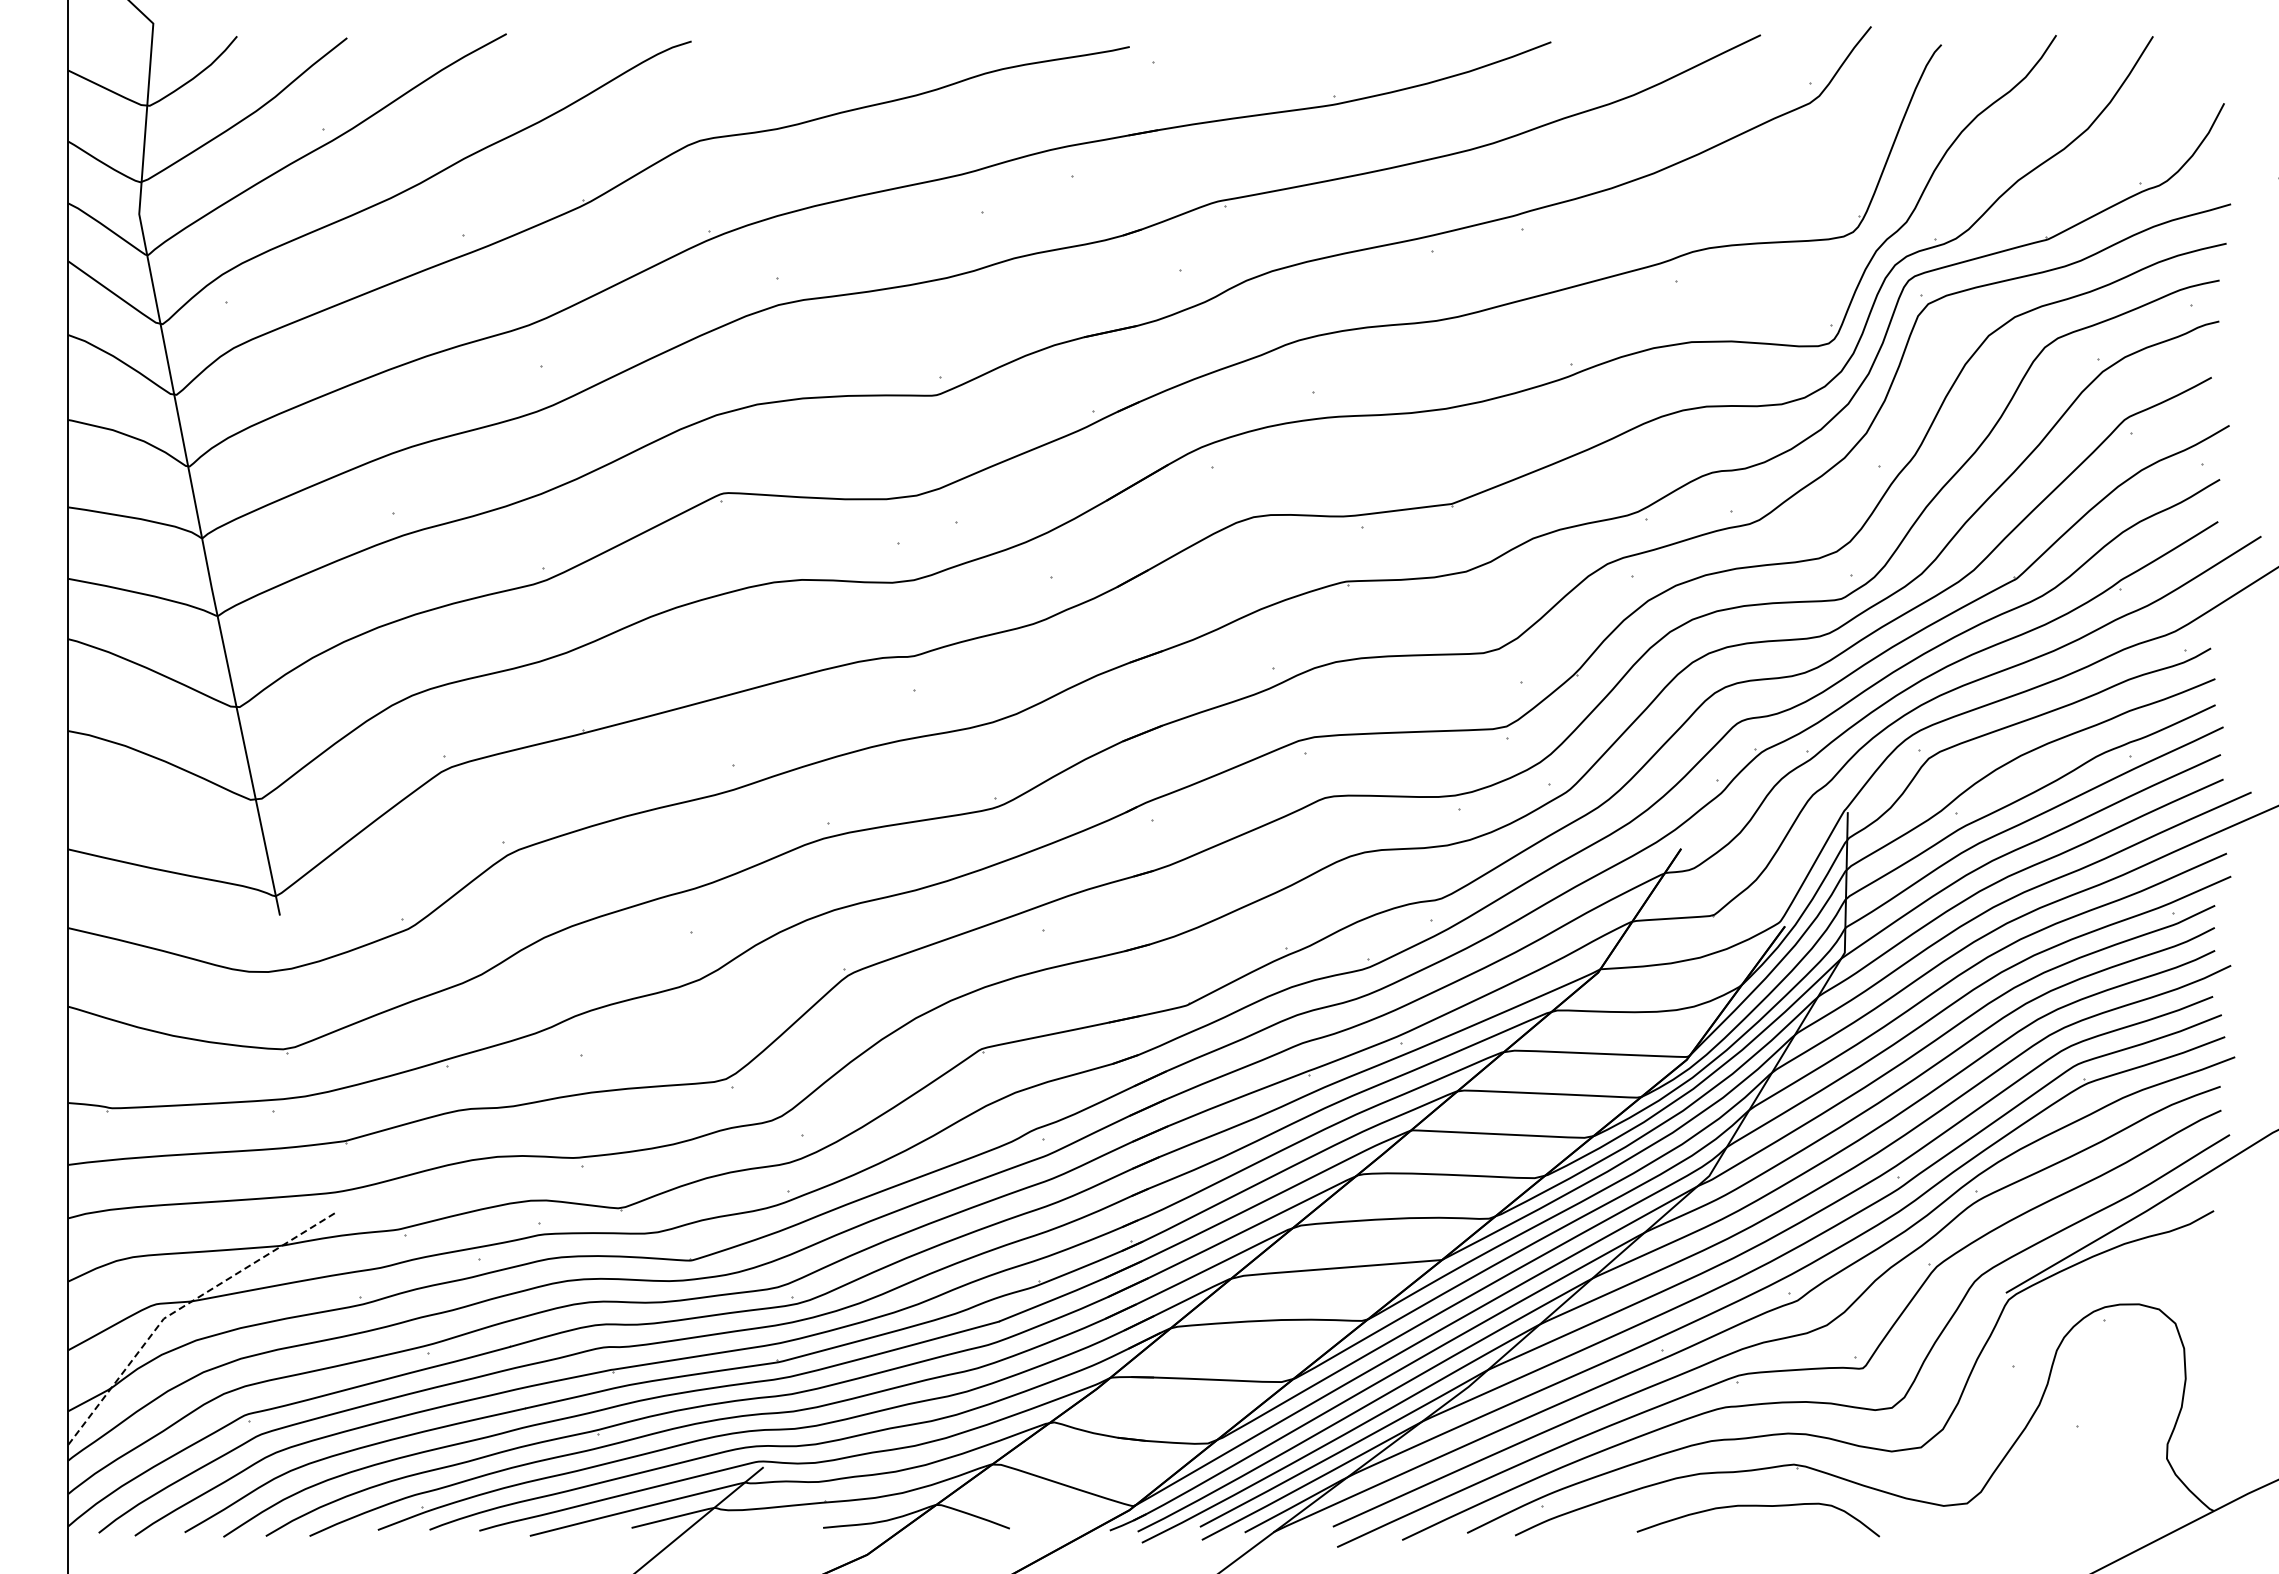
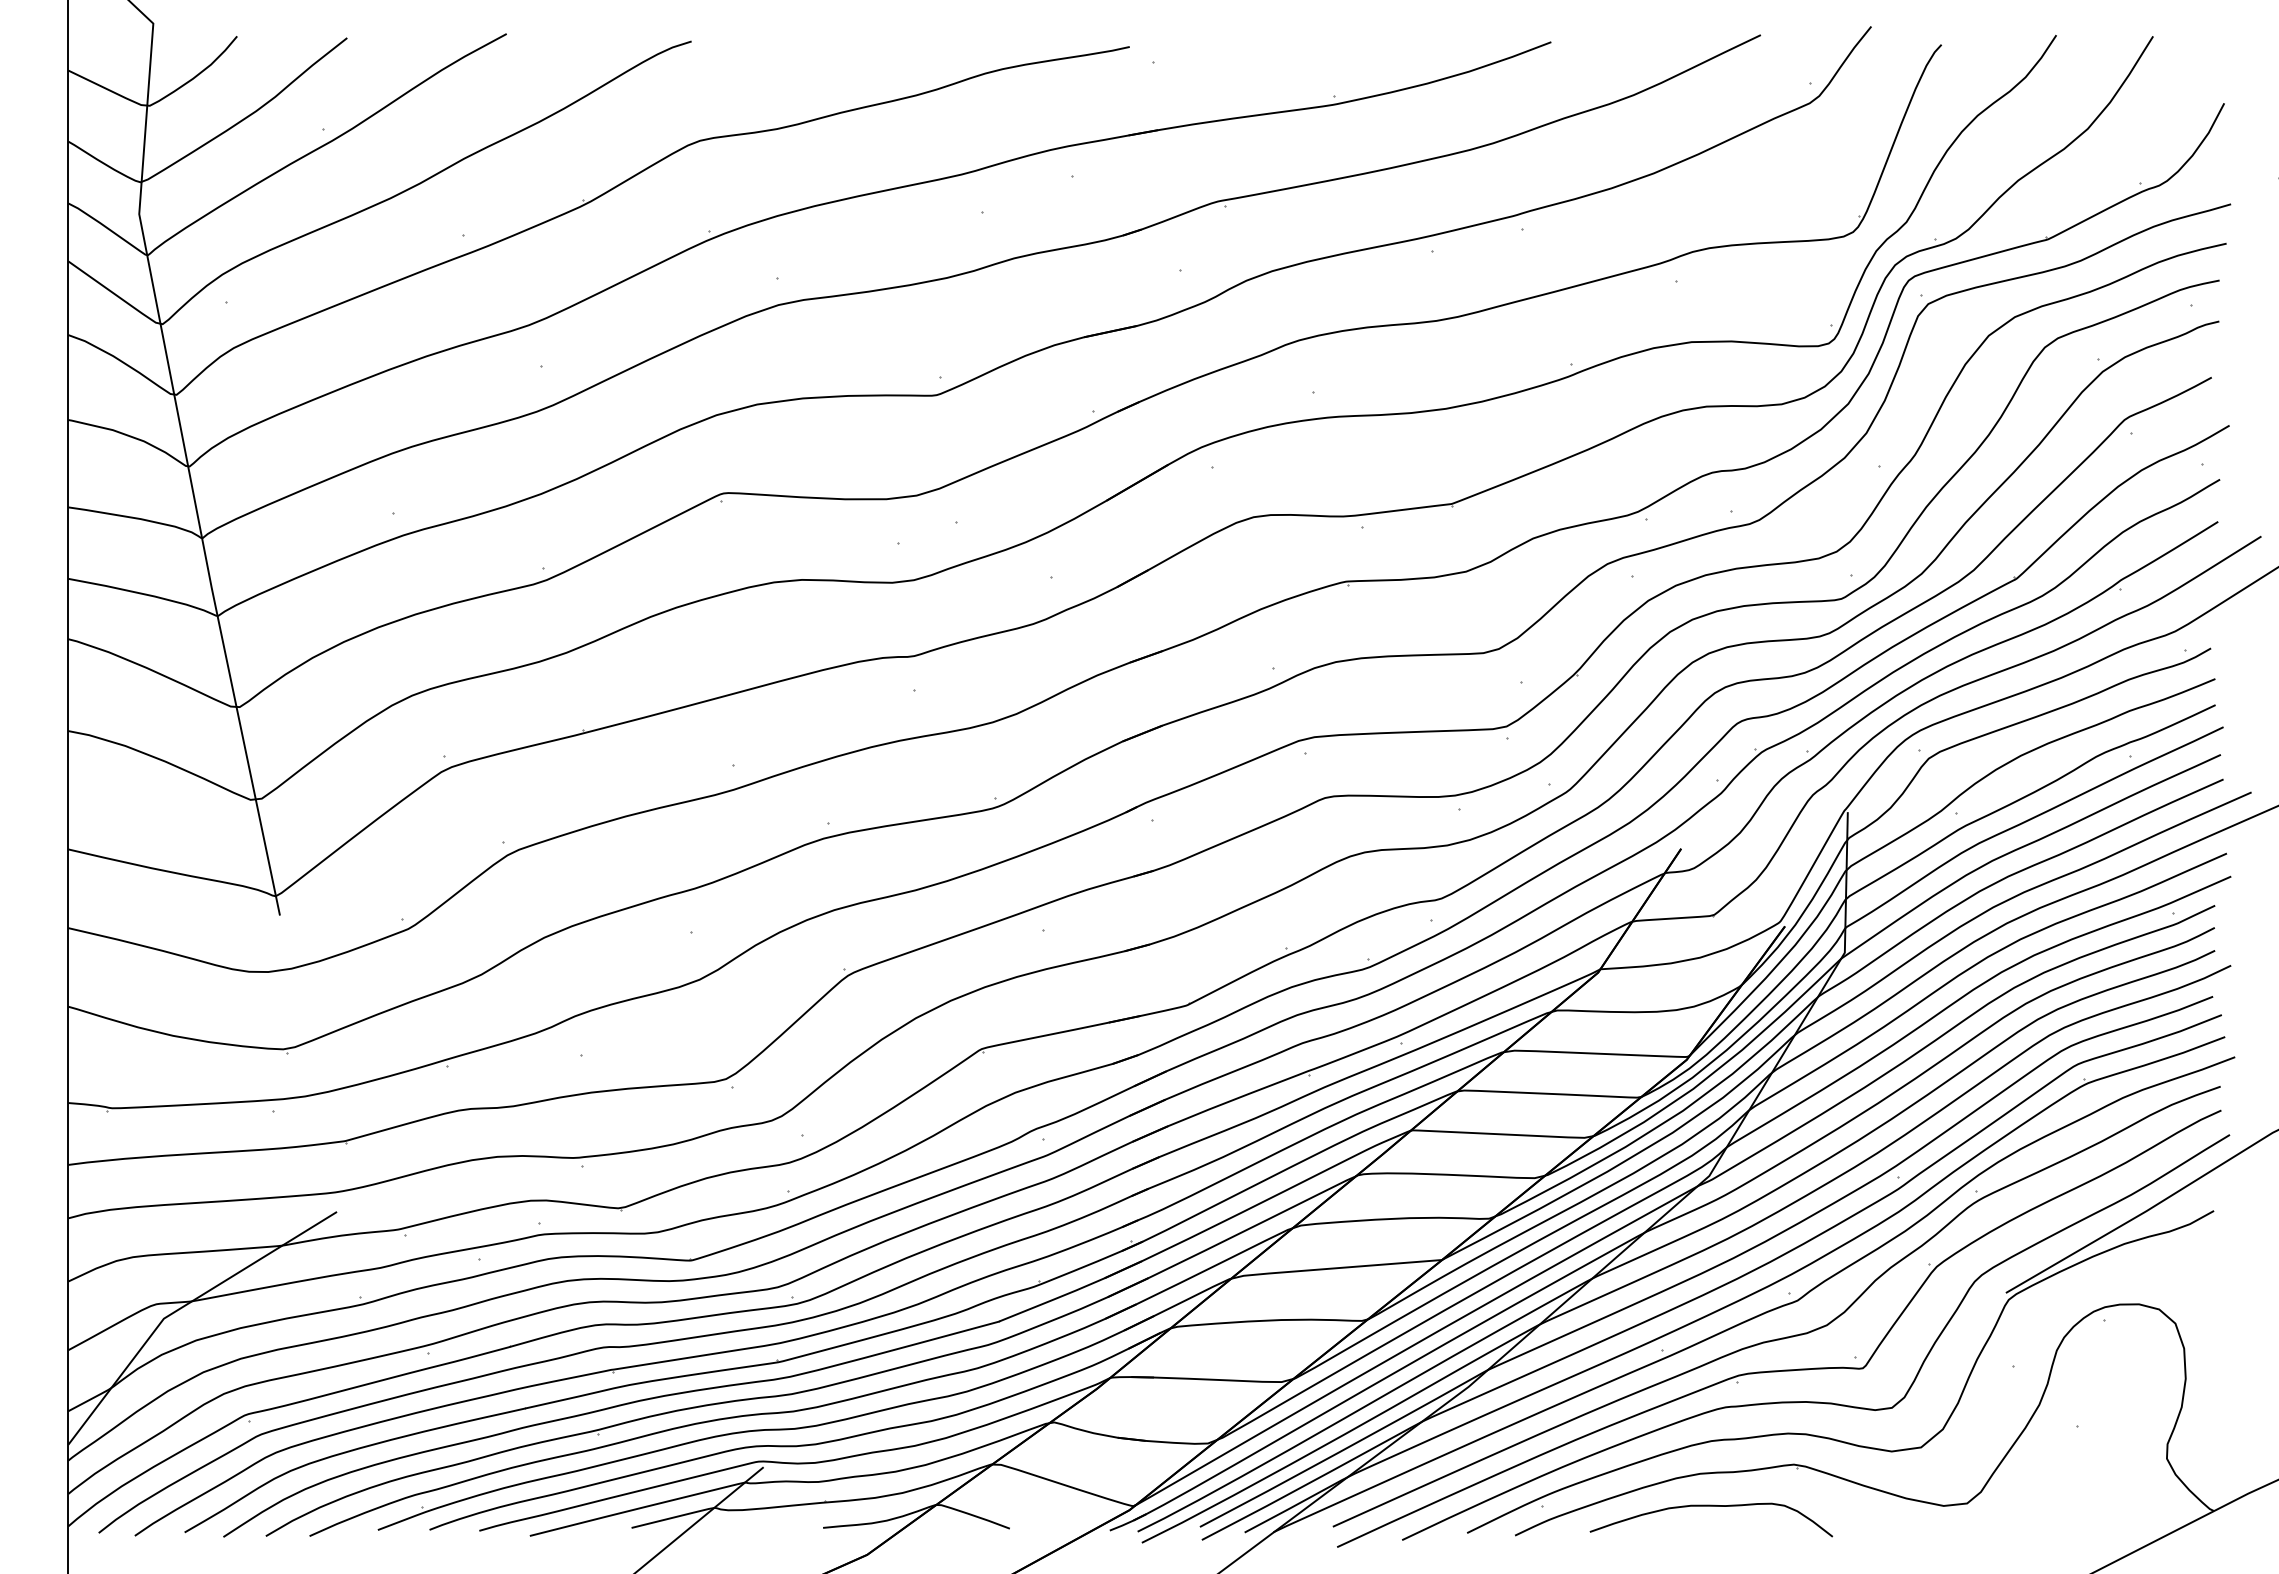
line at (182, 1307): dashed -> solid
curve at (1758, 1506) position: (1758, 1506) -> (1711, 1506)
